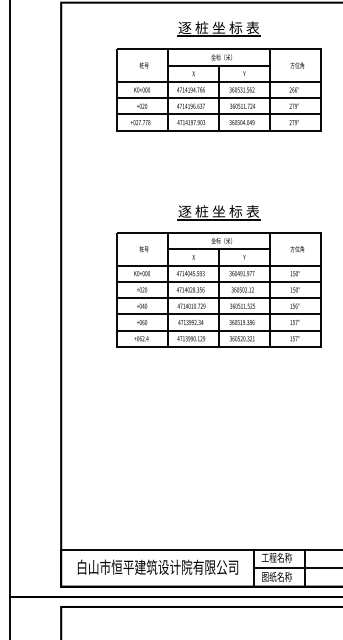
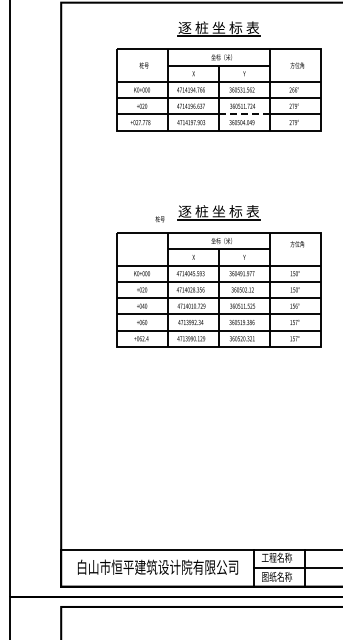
line at (244, 114): solid -> dashed
text at (143, 249) position: (143, 249) -> (159, 219)
text at (296, 249) position: (296, 249) -> (296, 244)
